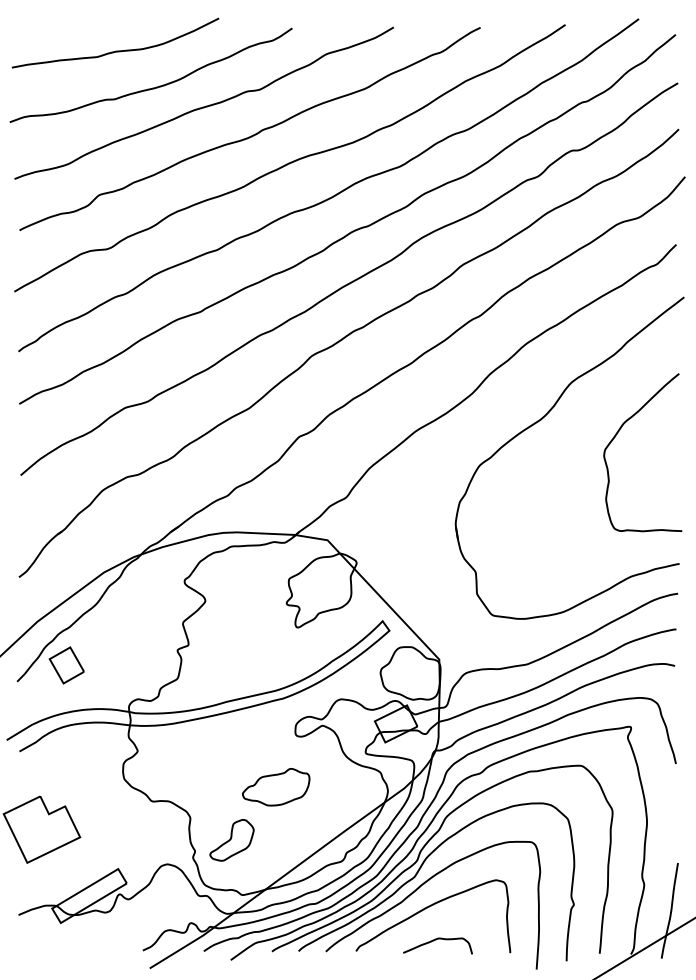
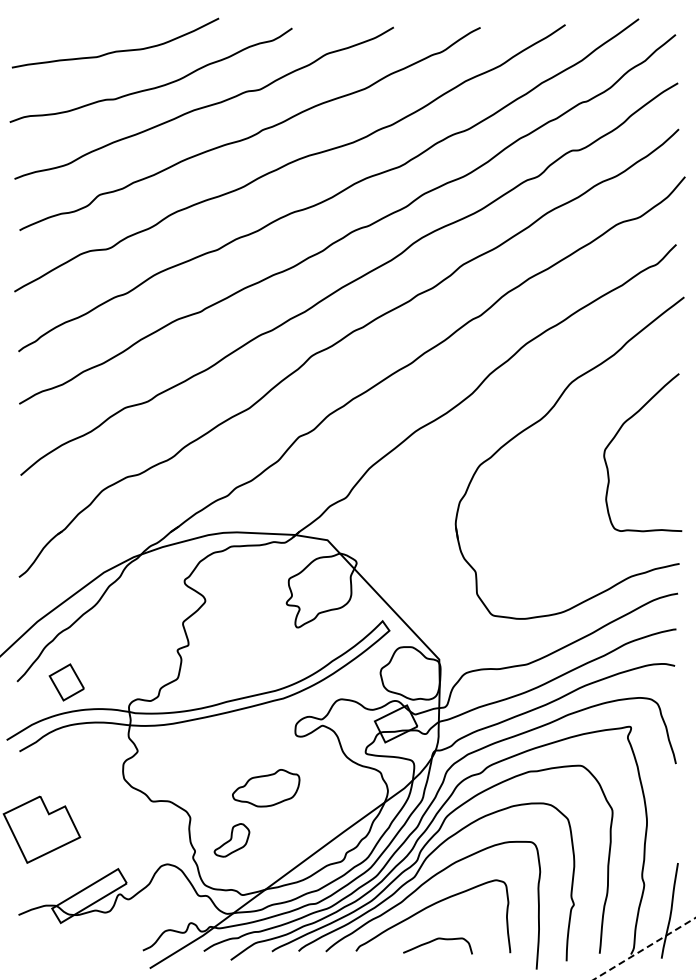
part at (66, 665) position: (66, 665) -> (66, 682)
part at (276, 787) position: (276, 787) -> (266, 788)
part at (231, 840) size: 46x43 px -> 38x35 px
line at (643, 949): solid -> dashed
